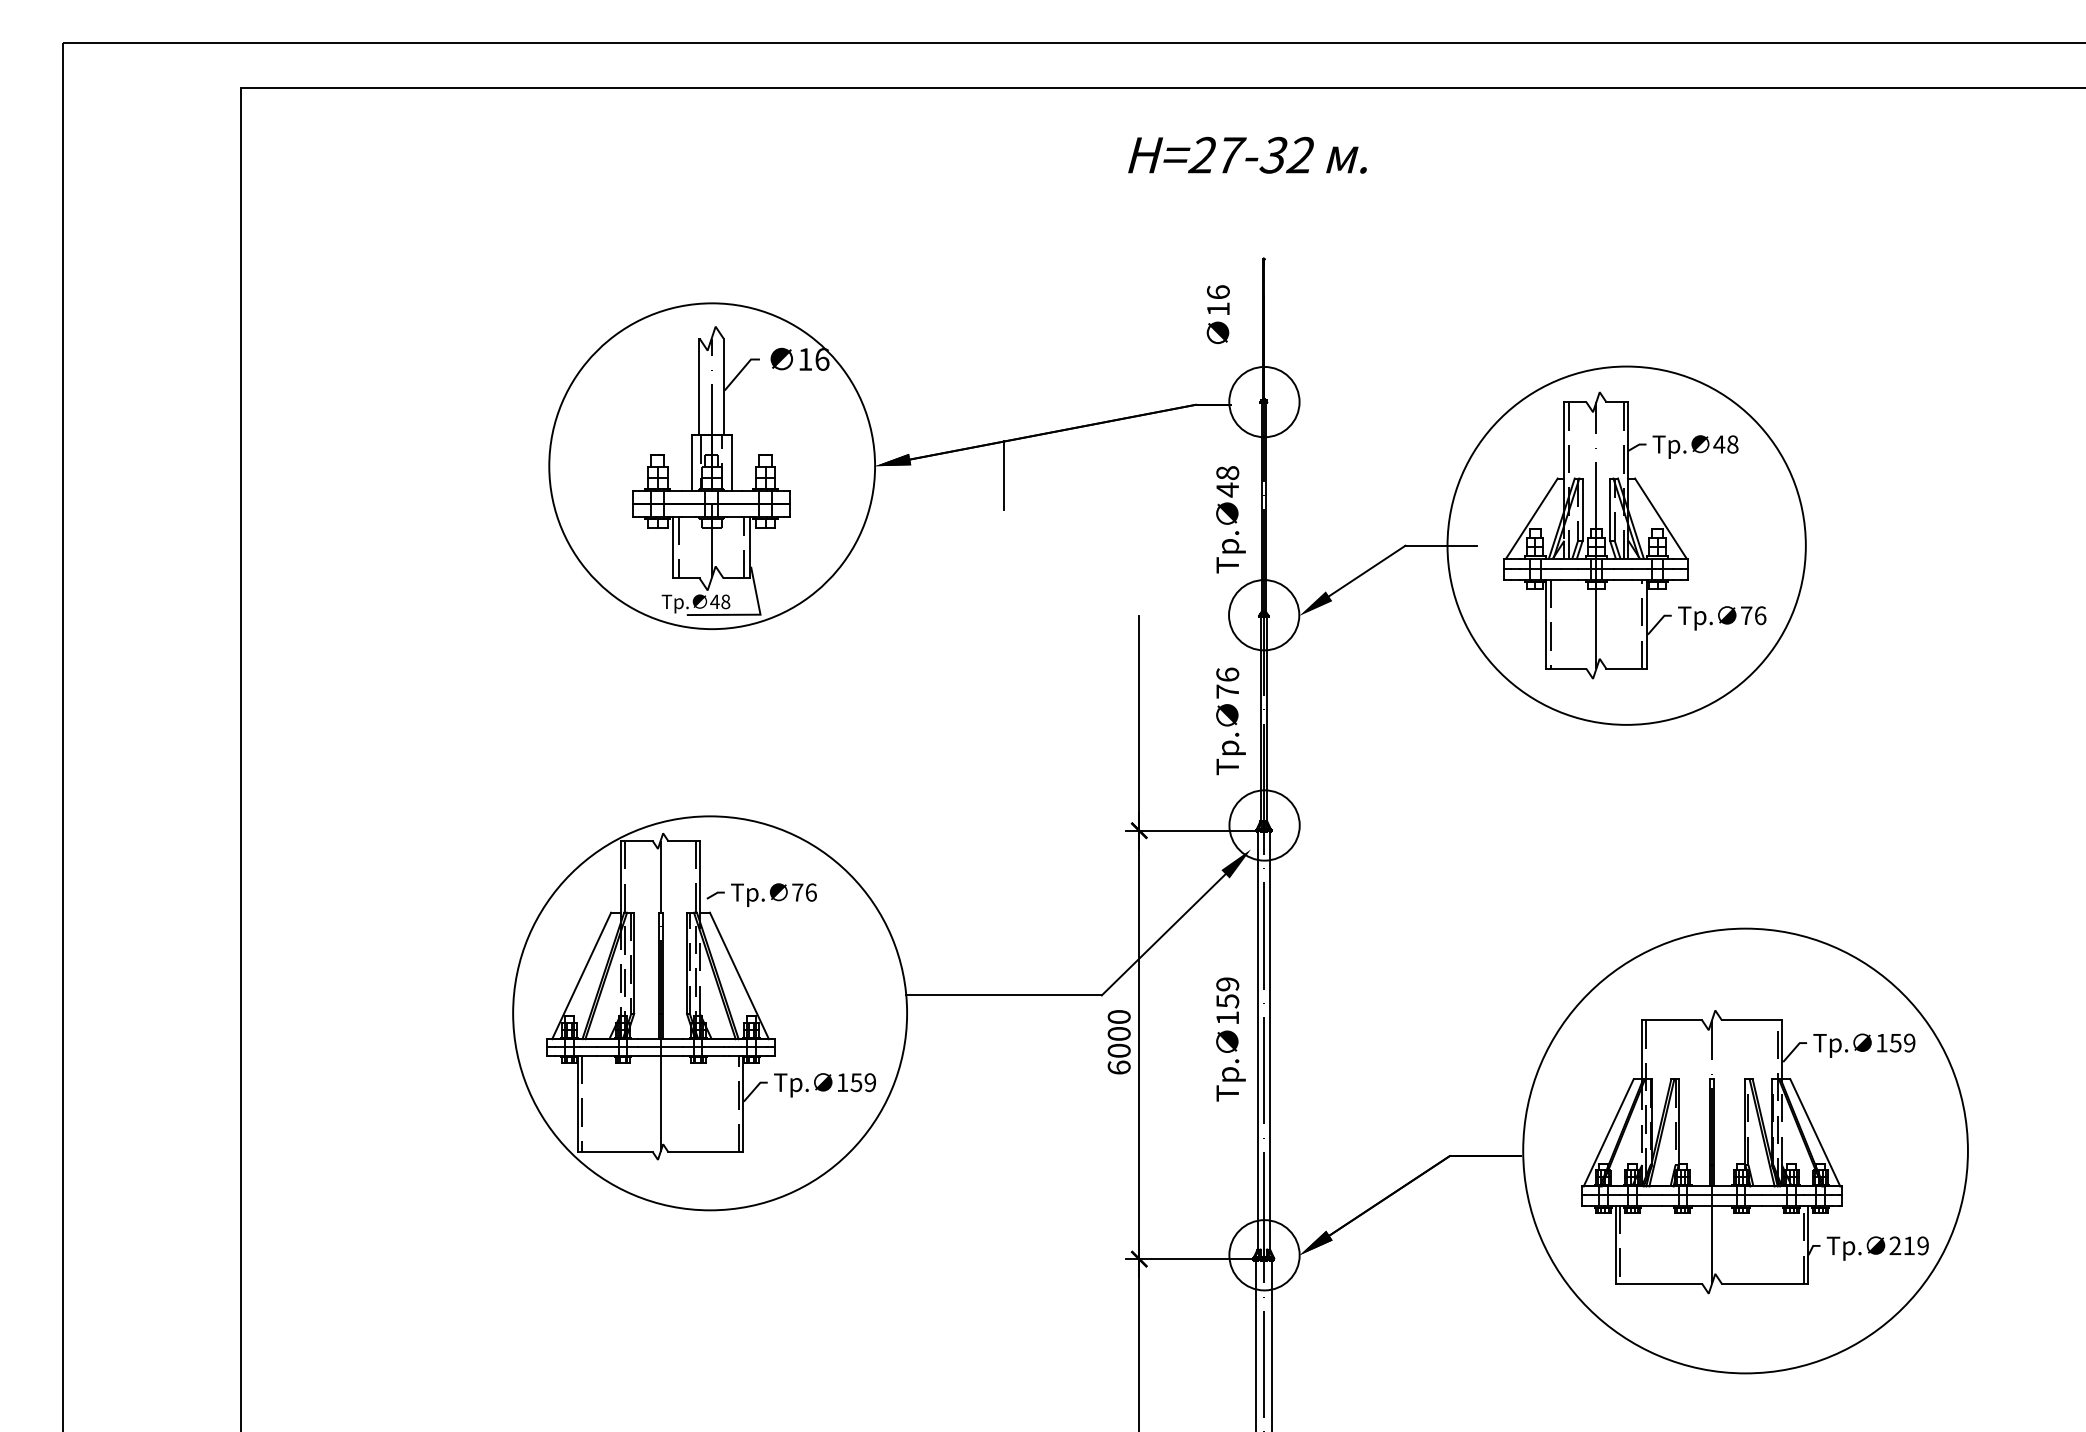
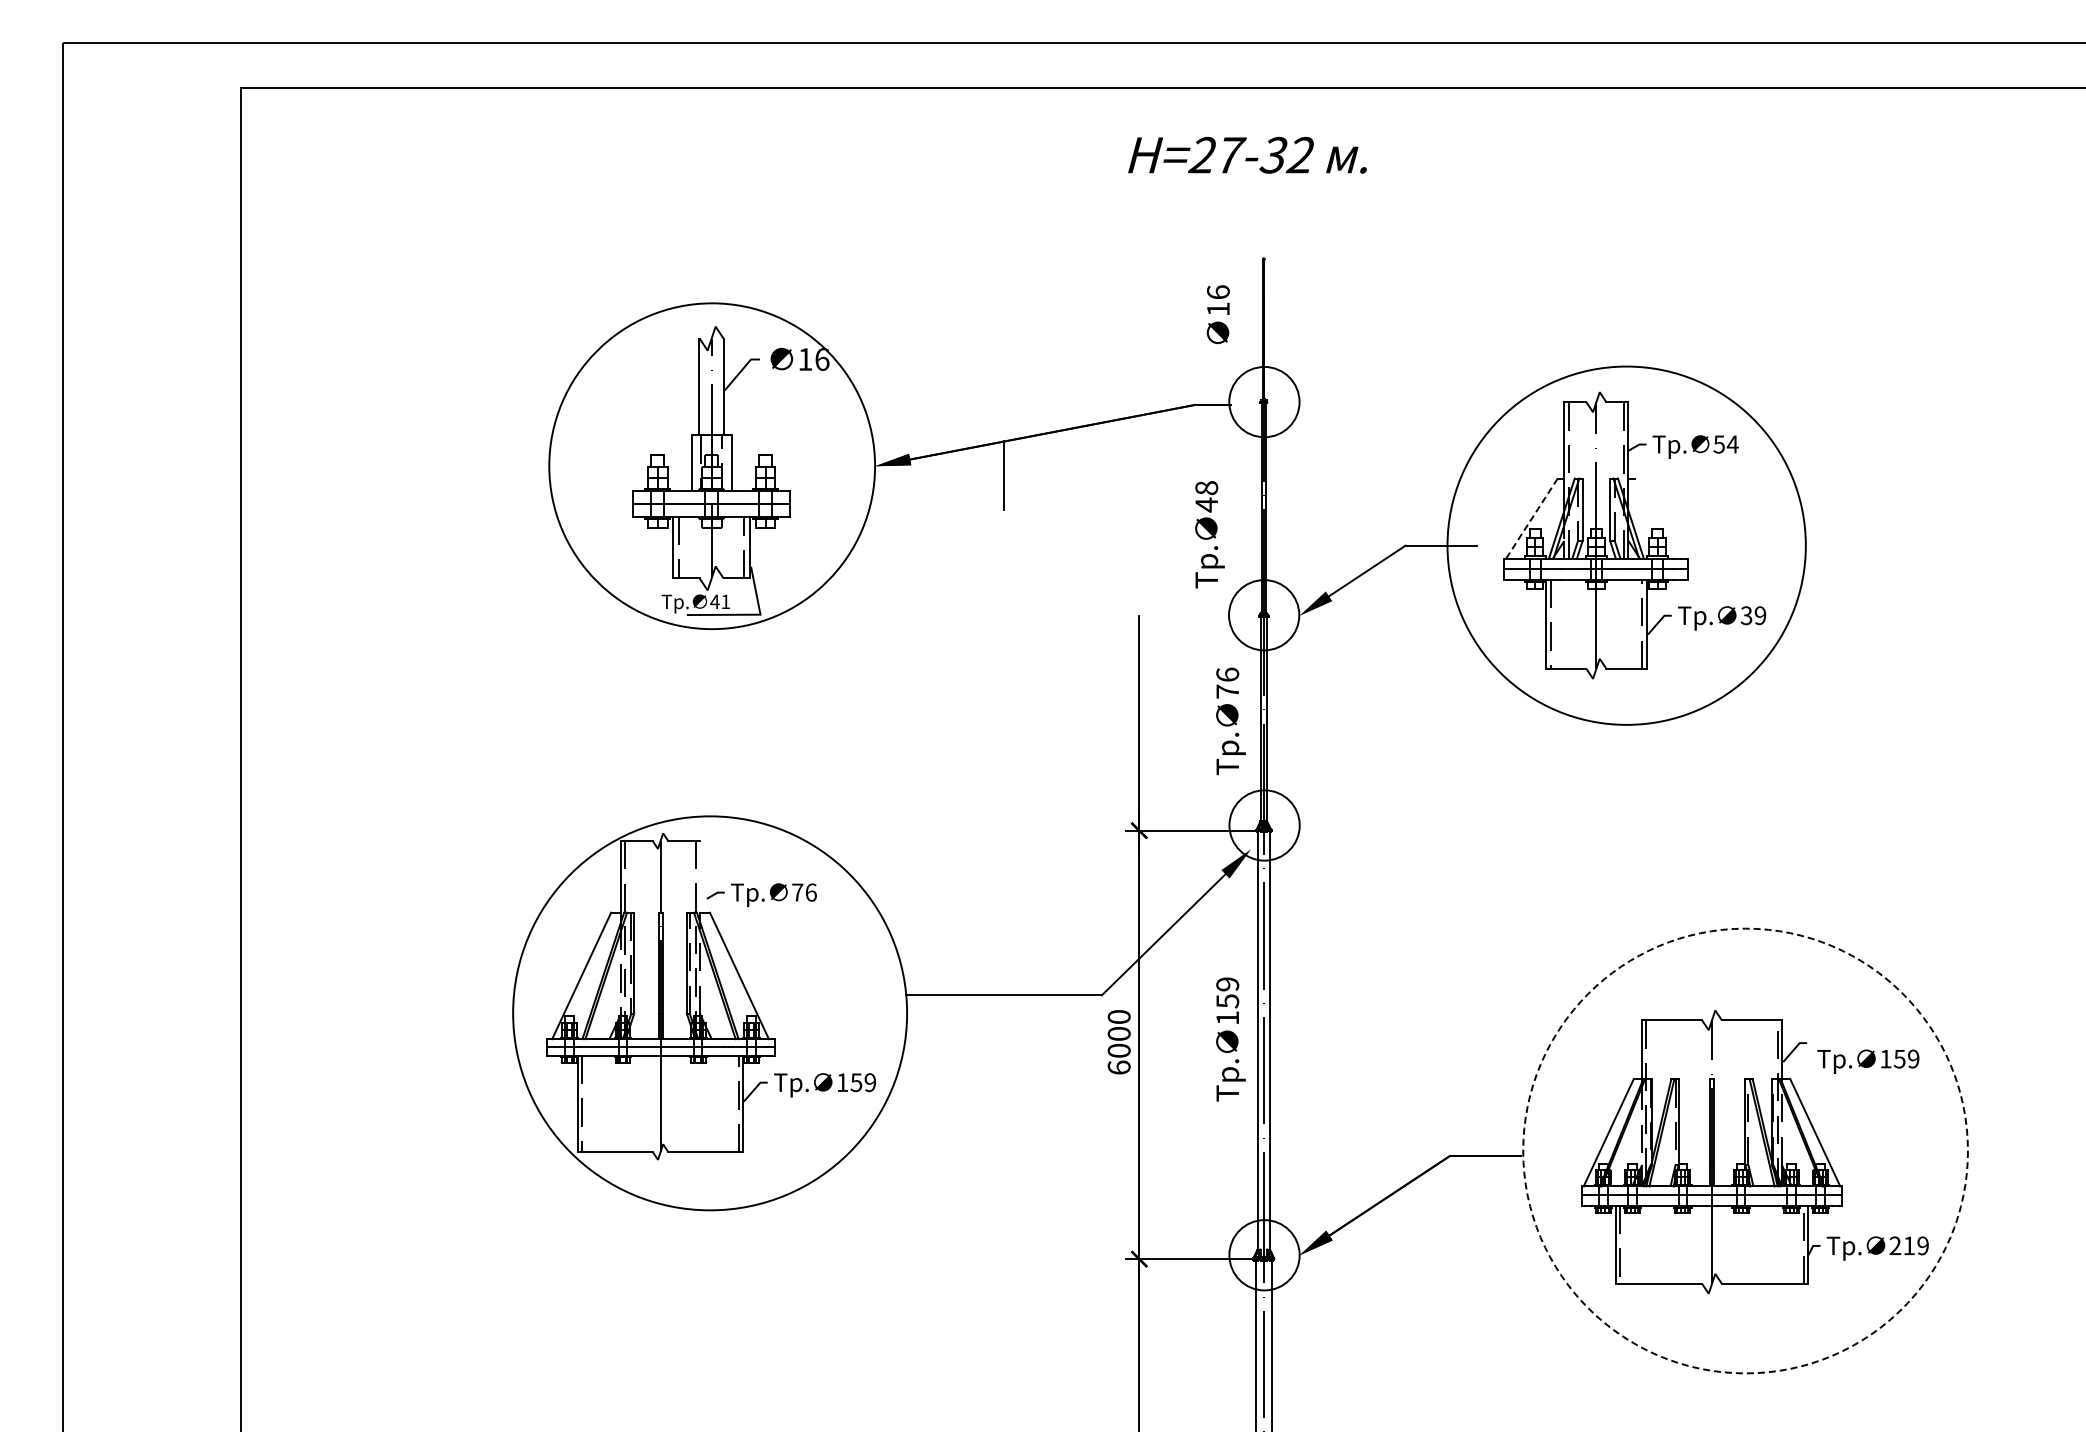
text at (1725, 444): 48 -> 54
line at (1531, 518): solid -> dashed
line at (1660, 518): present -> none
text at (1230, 519) position: (1230, 519) -> (1209, 534)
text at (725, 601): 48 -> 41
text at (1753, 615): 76 -> 39
line at (699, 876): present -> none
text at (1864, 1045) position: (1864, 1045) -> (1868, 1061)
circle at (1745, 1150): solid -> dashed
